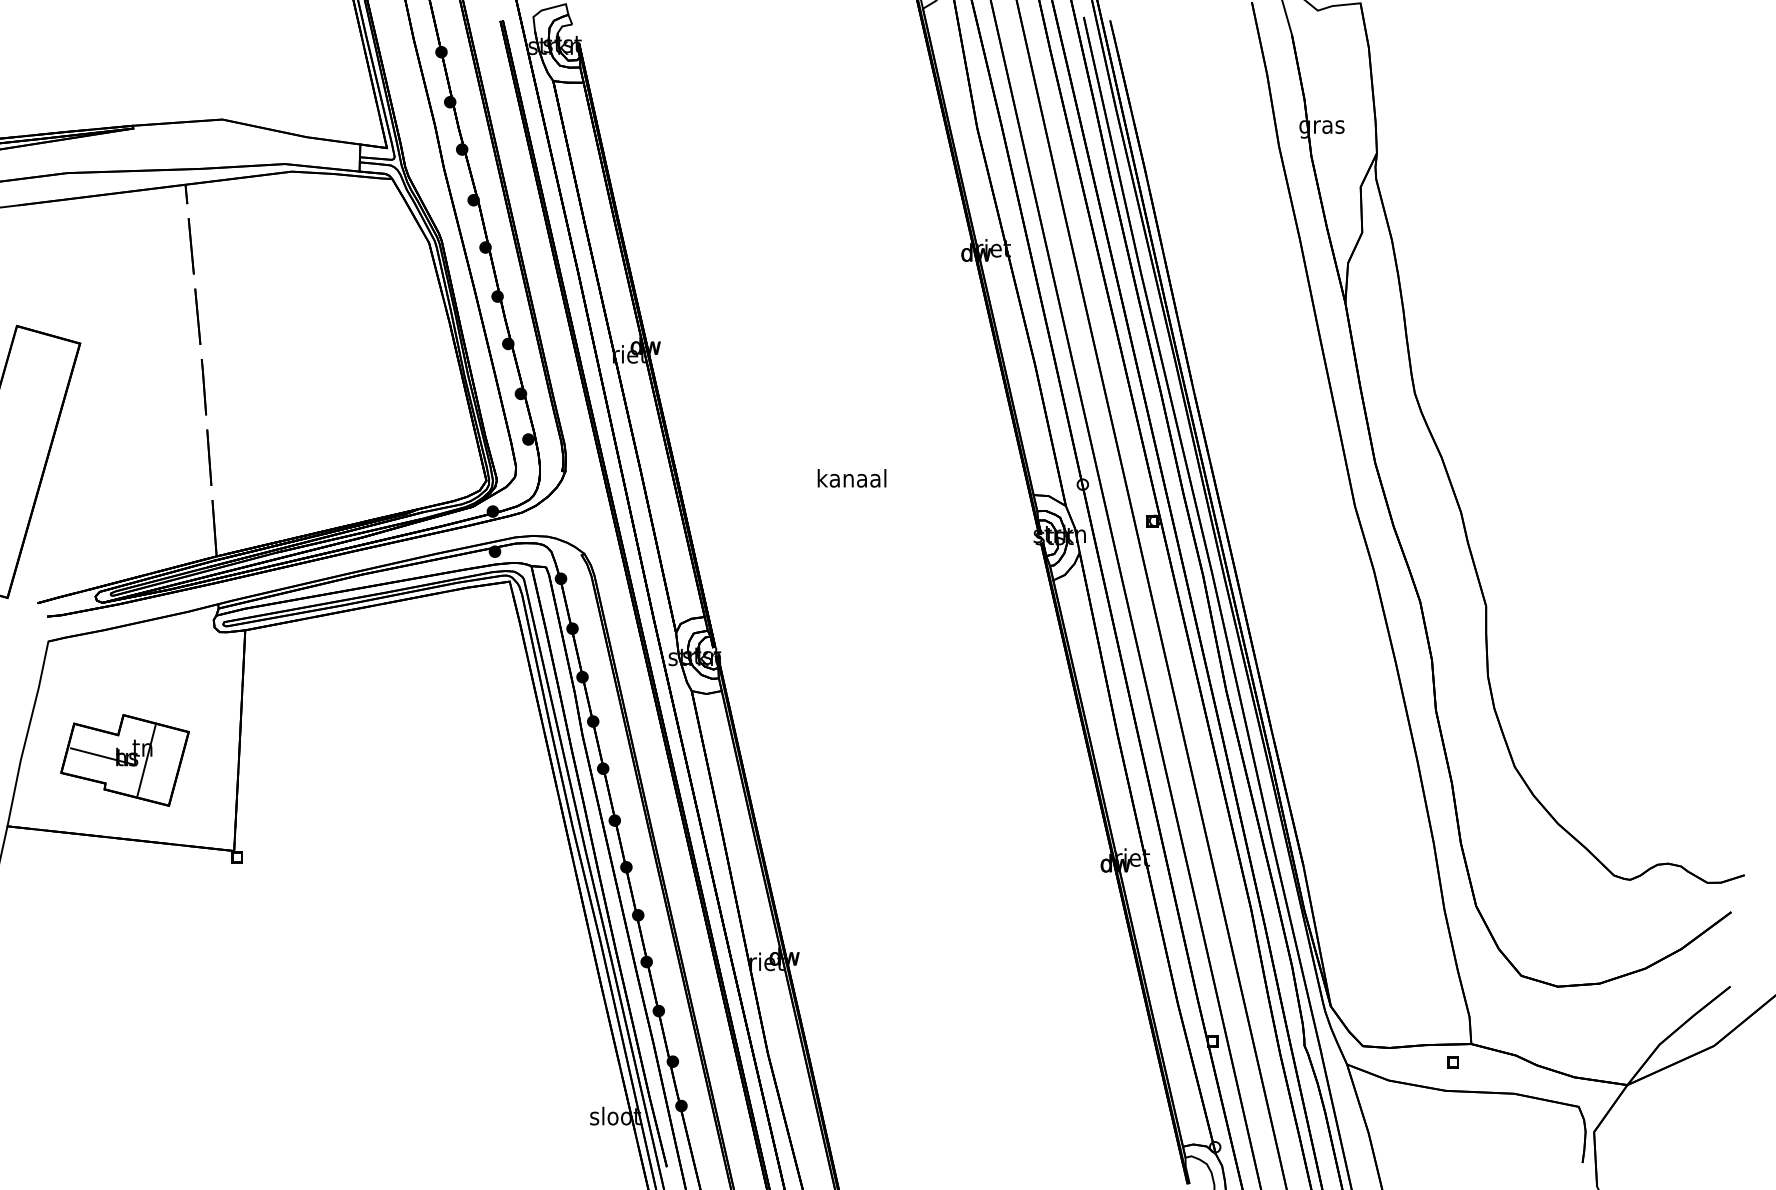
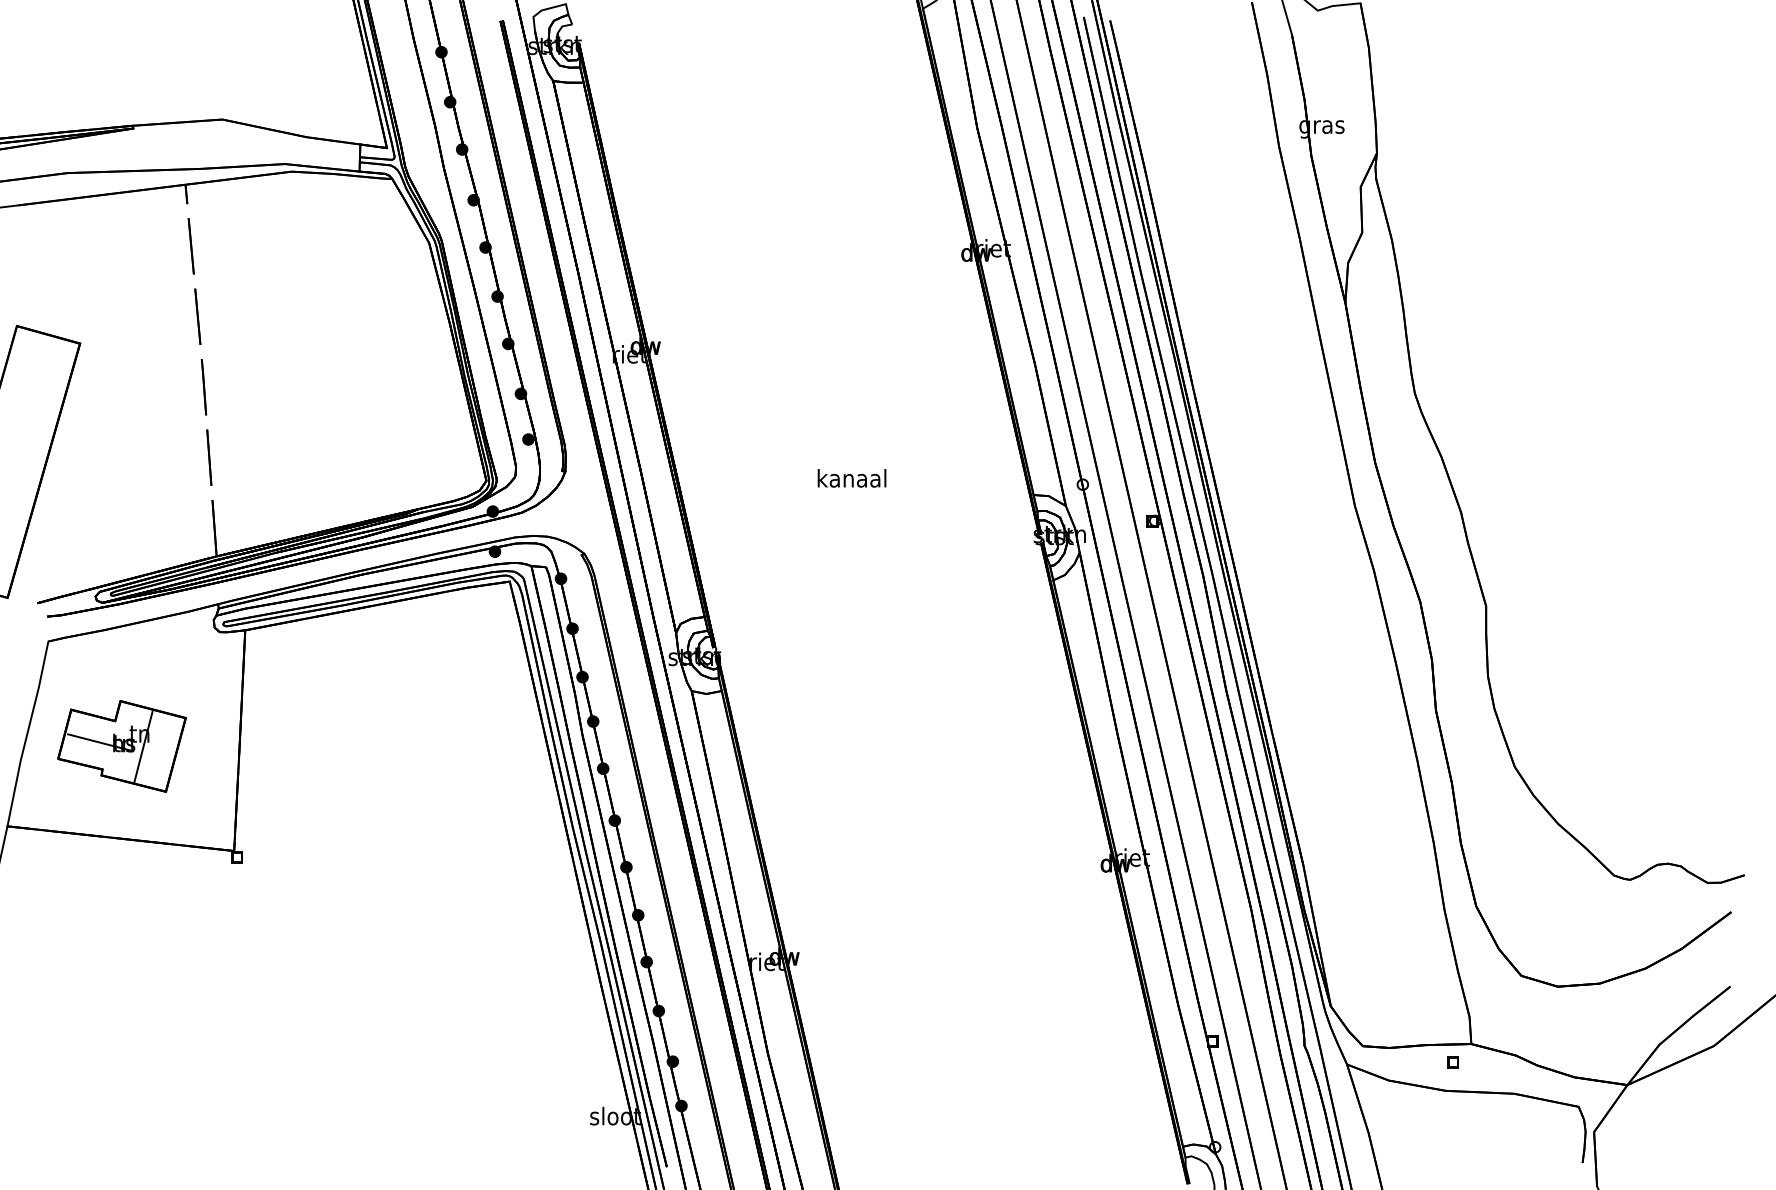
part at (124, 760) position: (124, 760) -> (121, 746)
